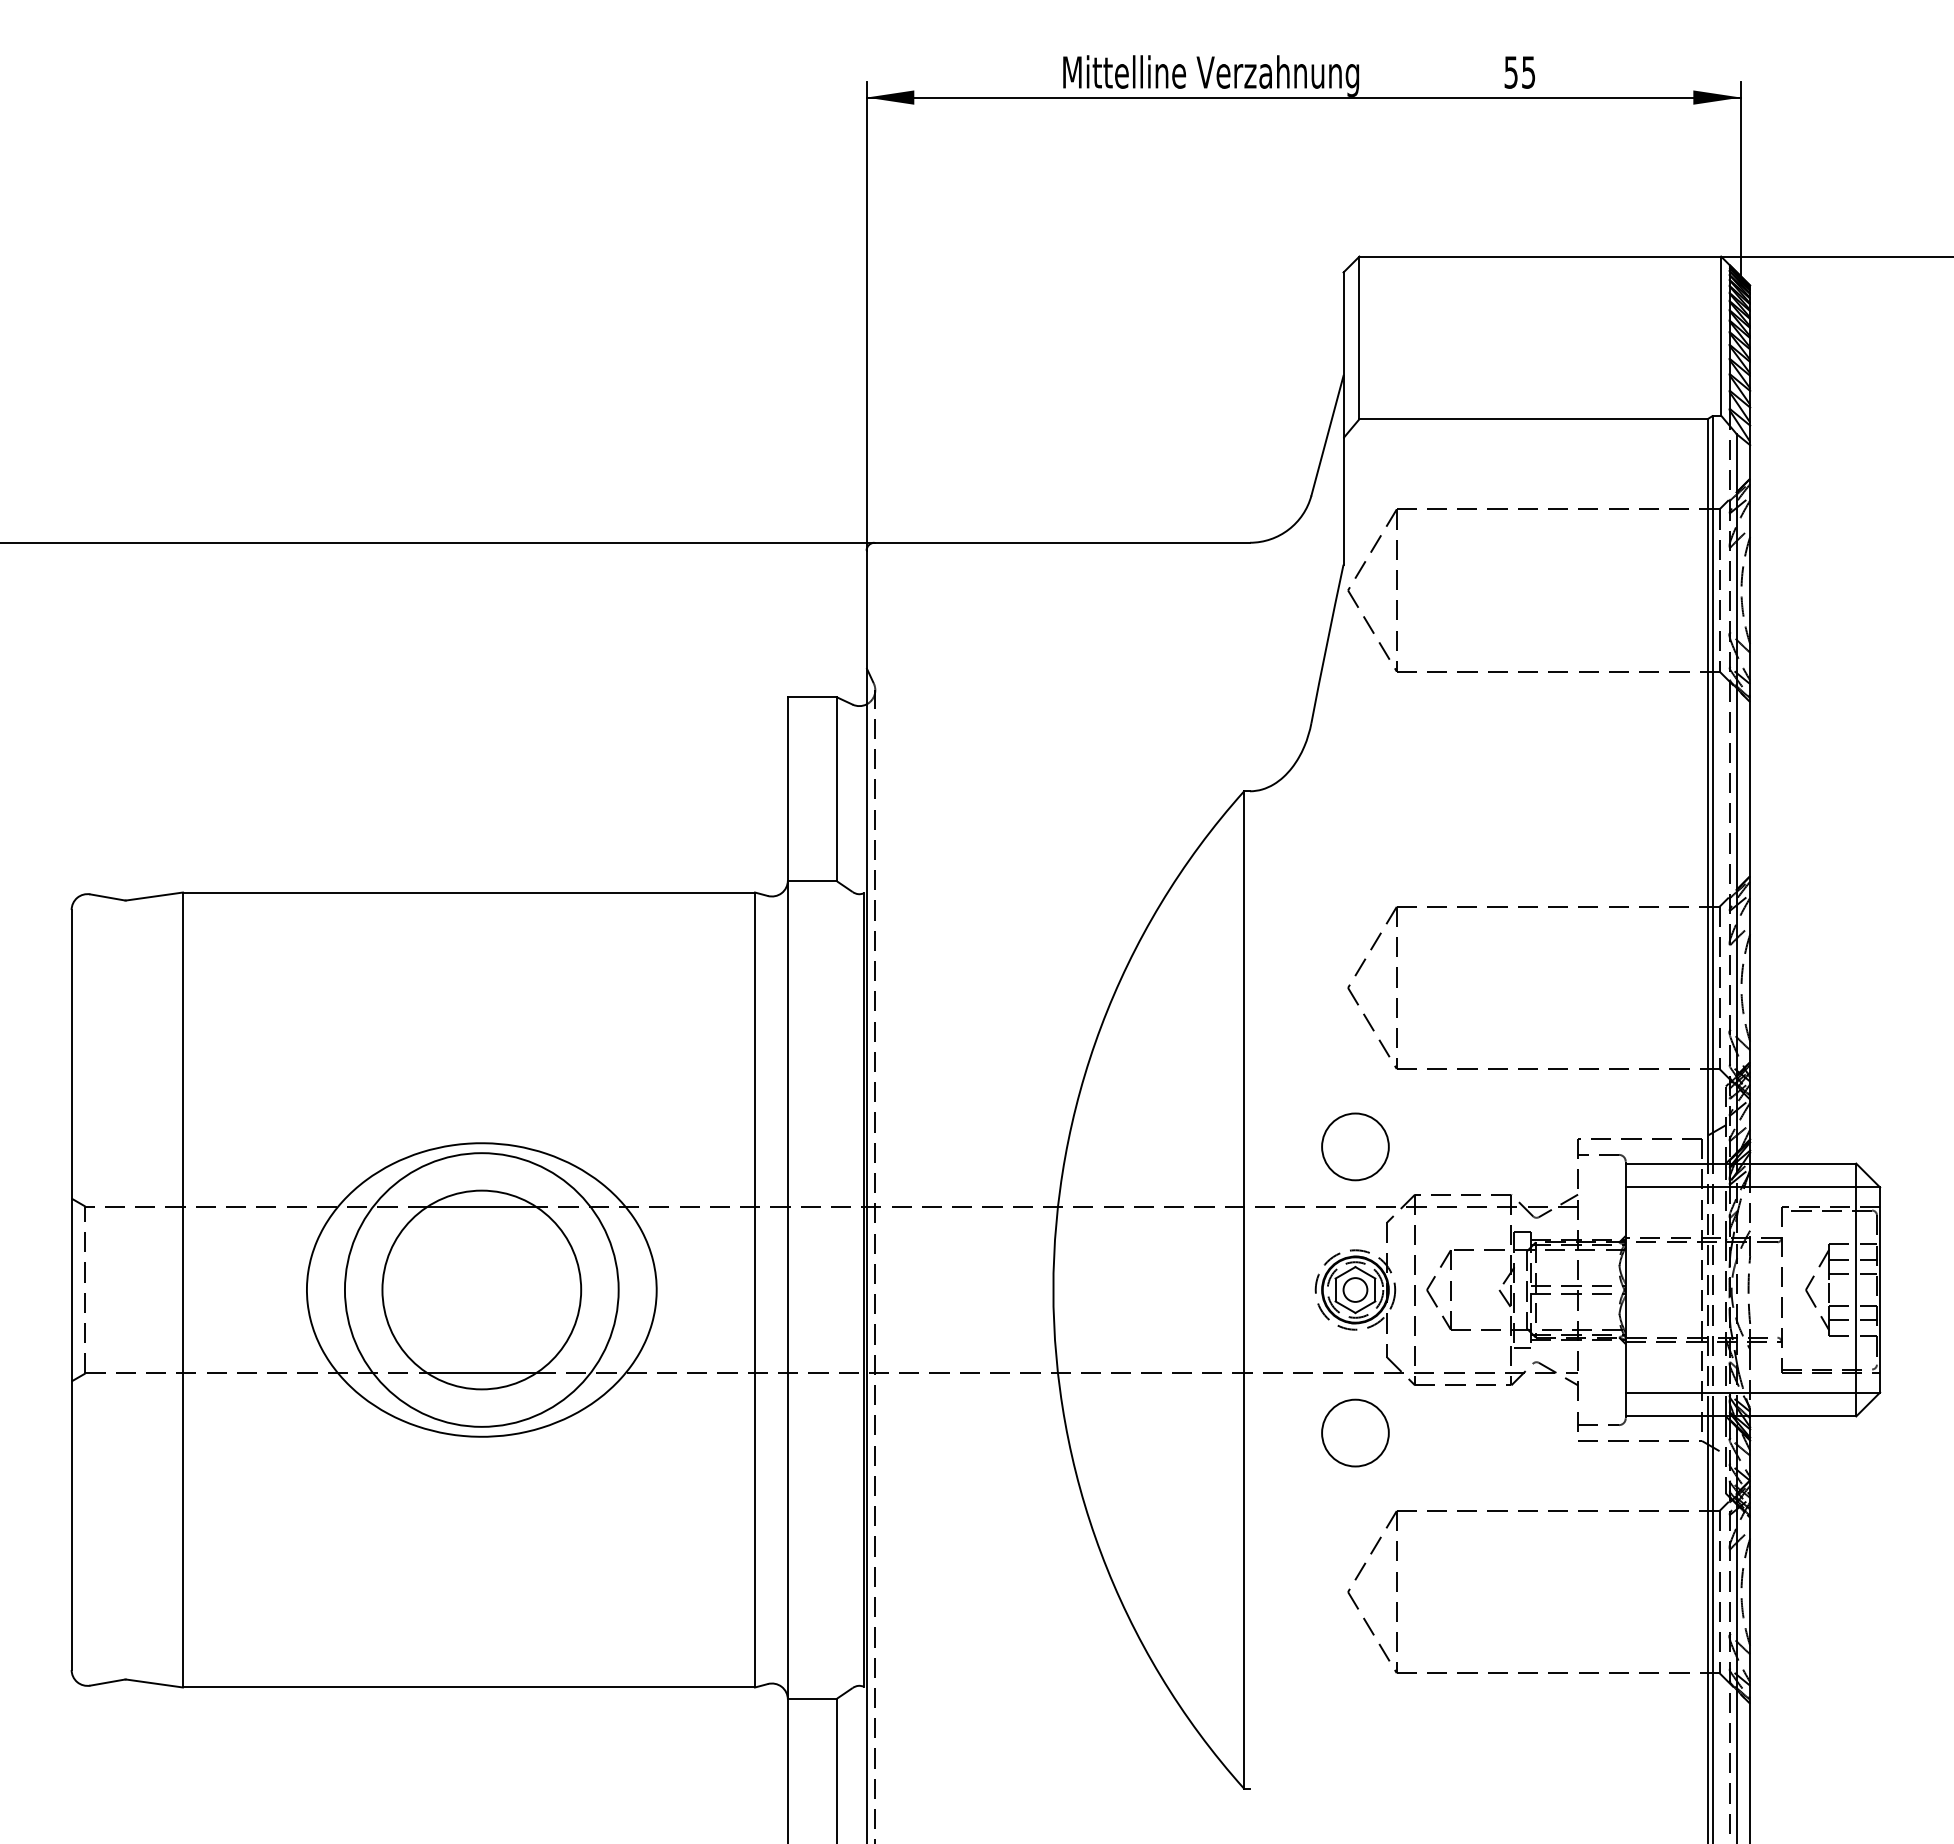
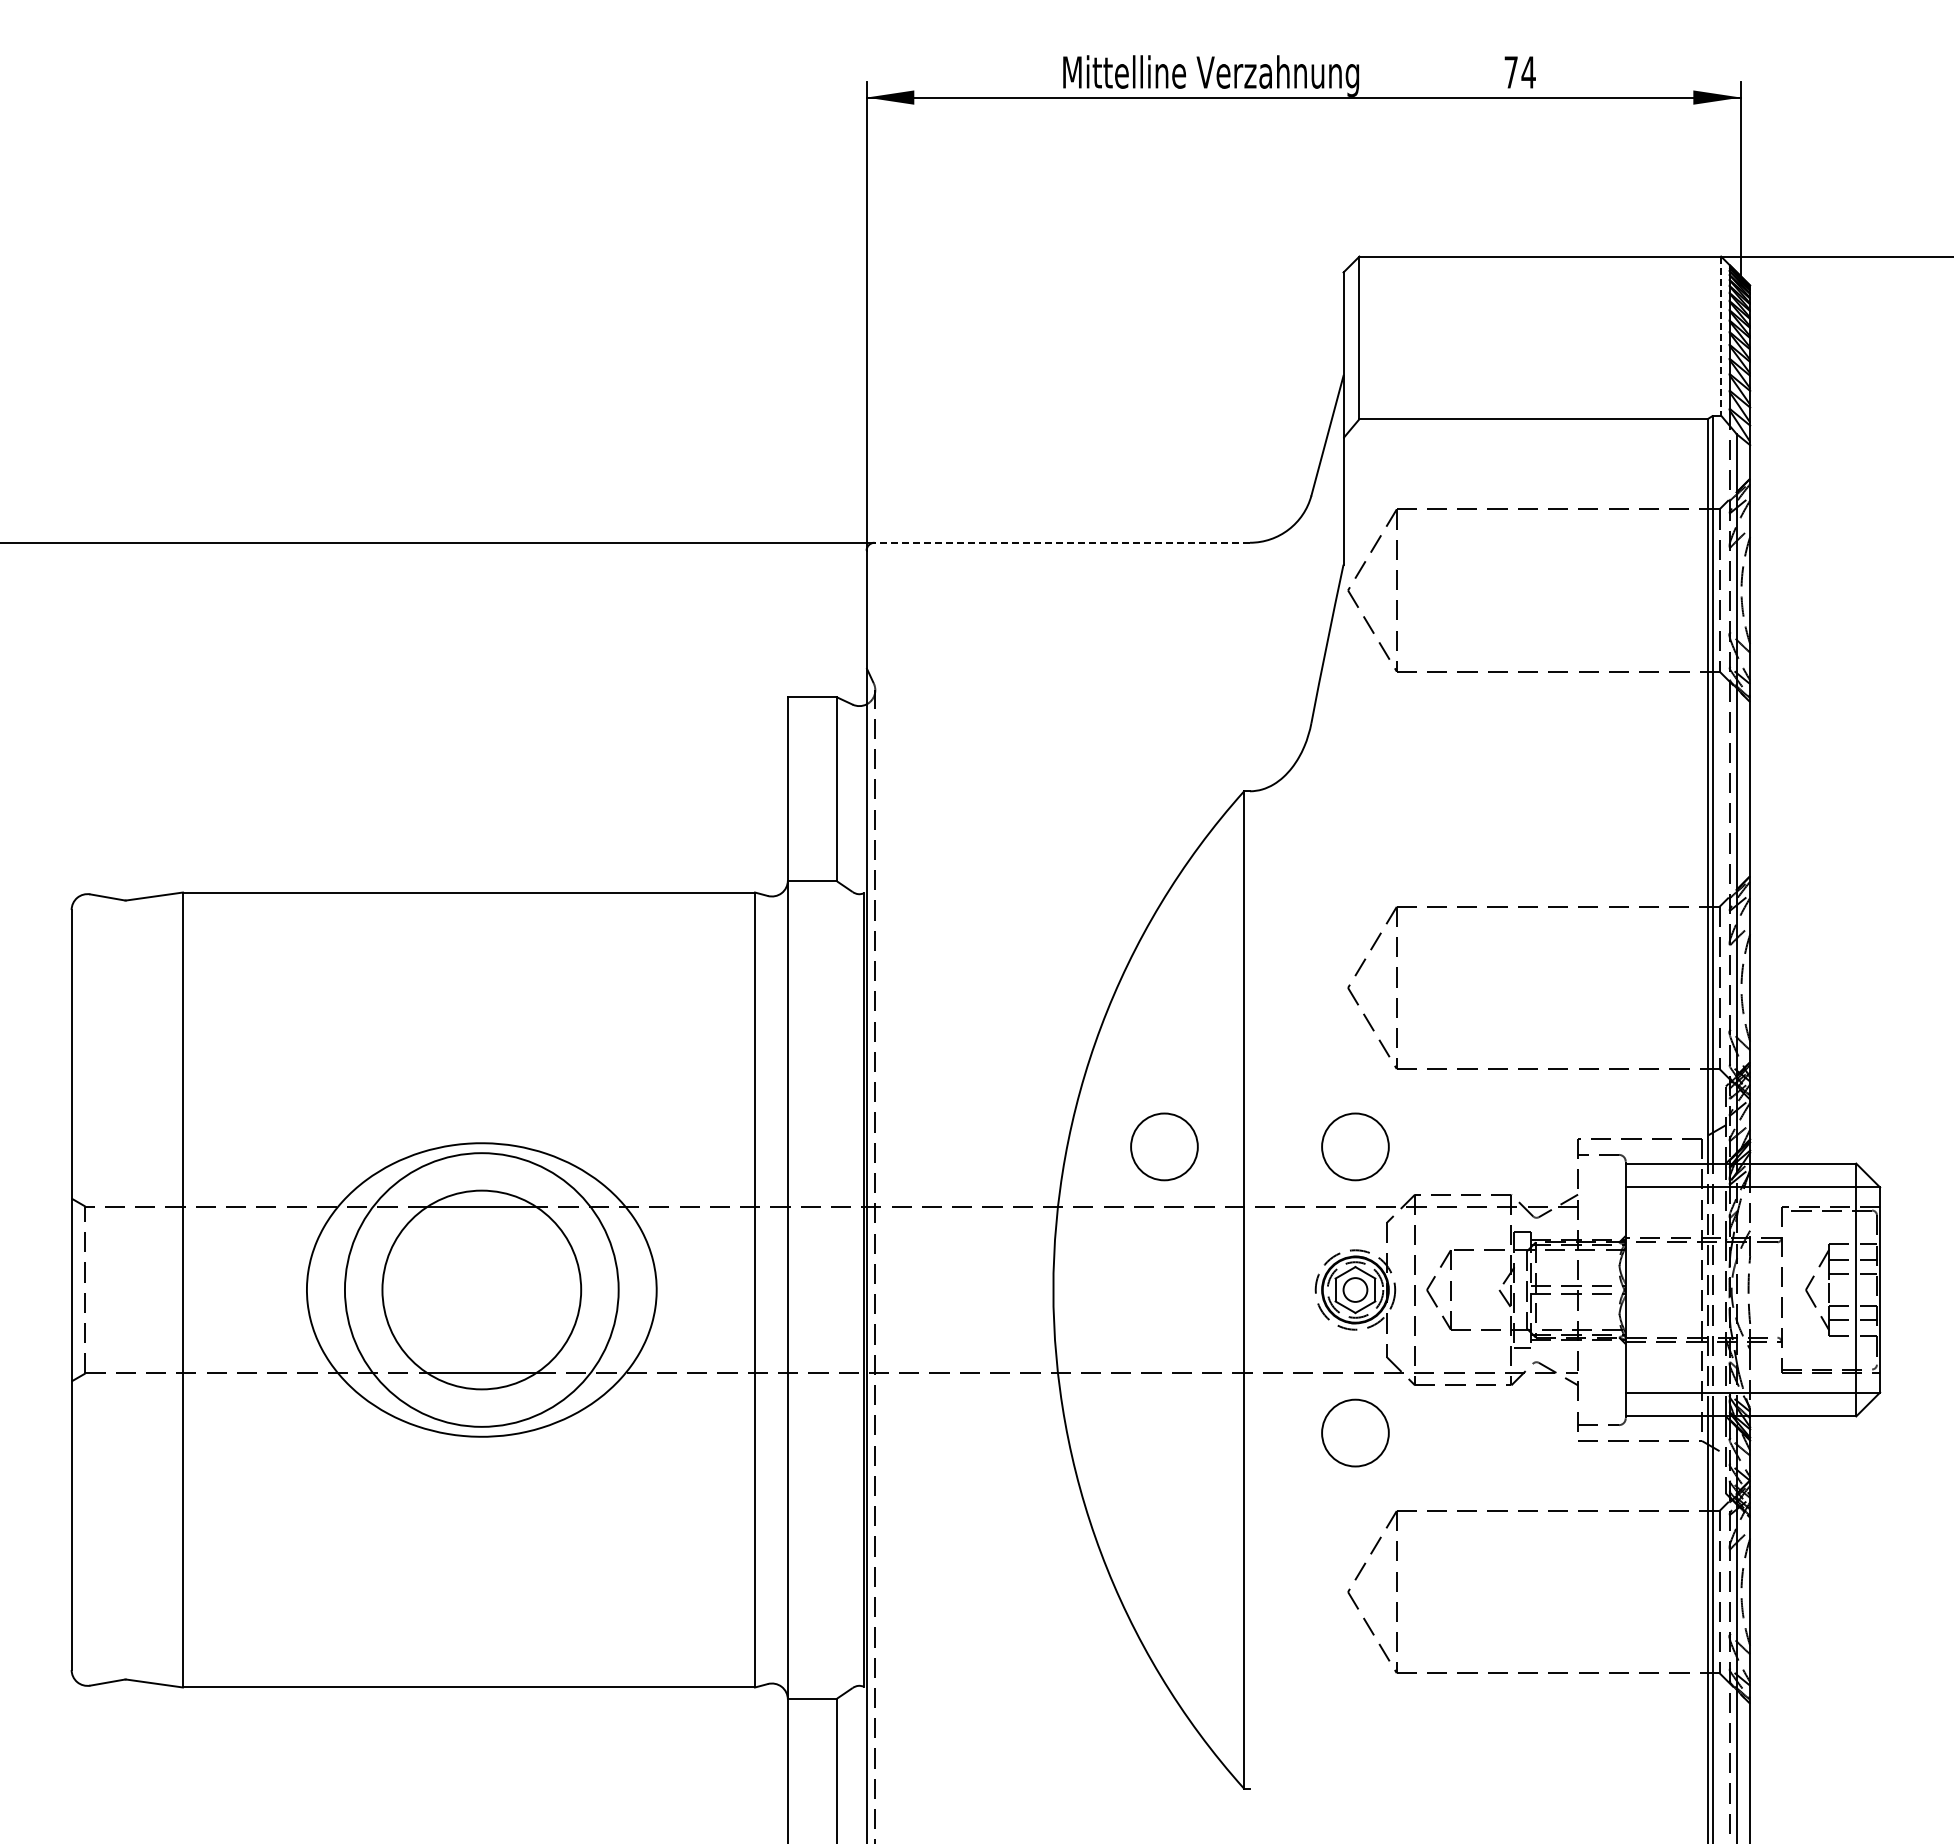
text at (1519, 72): 55 -> 74
line at (1721, 336): solid -> dashed
line at (1062, 542): solid -> dashed
circle at (1164, 1146): none -> present
